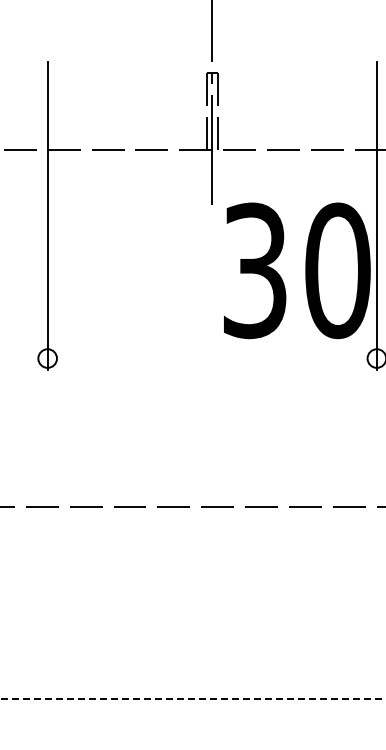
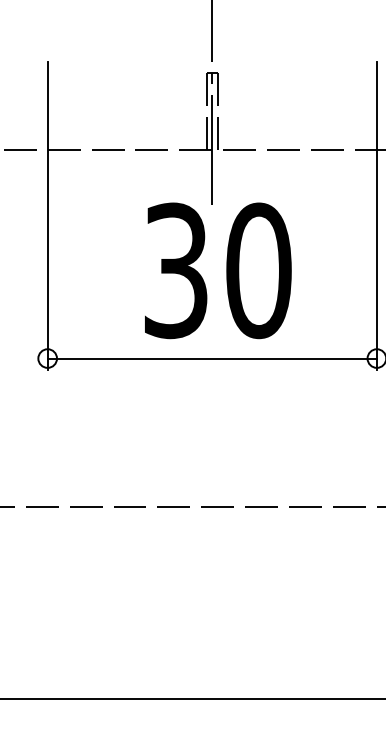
text at (297, 270) position: (297, 270) -> (218, 270)
line at (211, 358): none -> present
line at (192, 698): dashed -> solid
